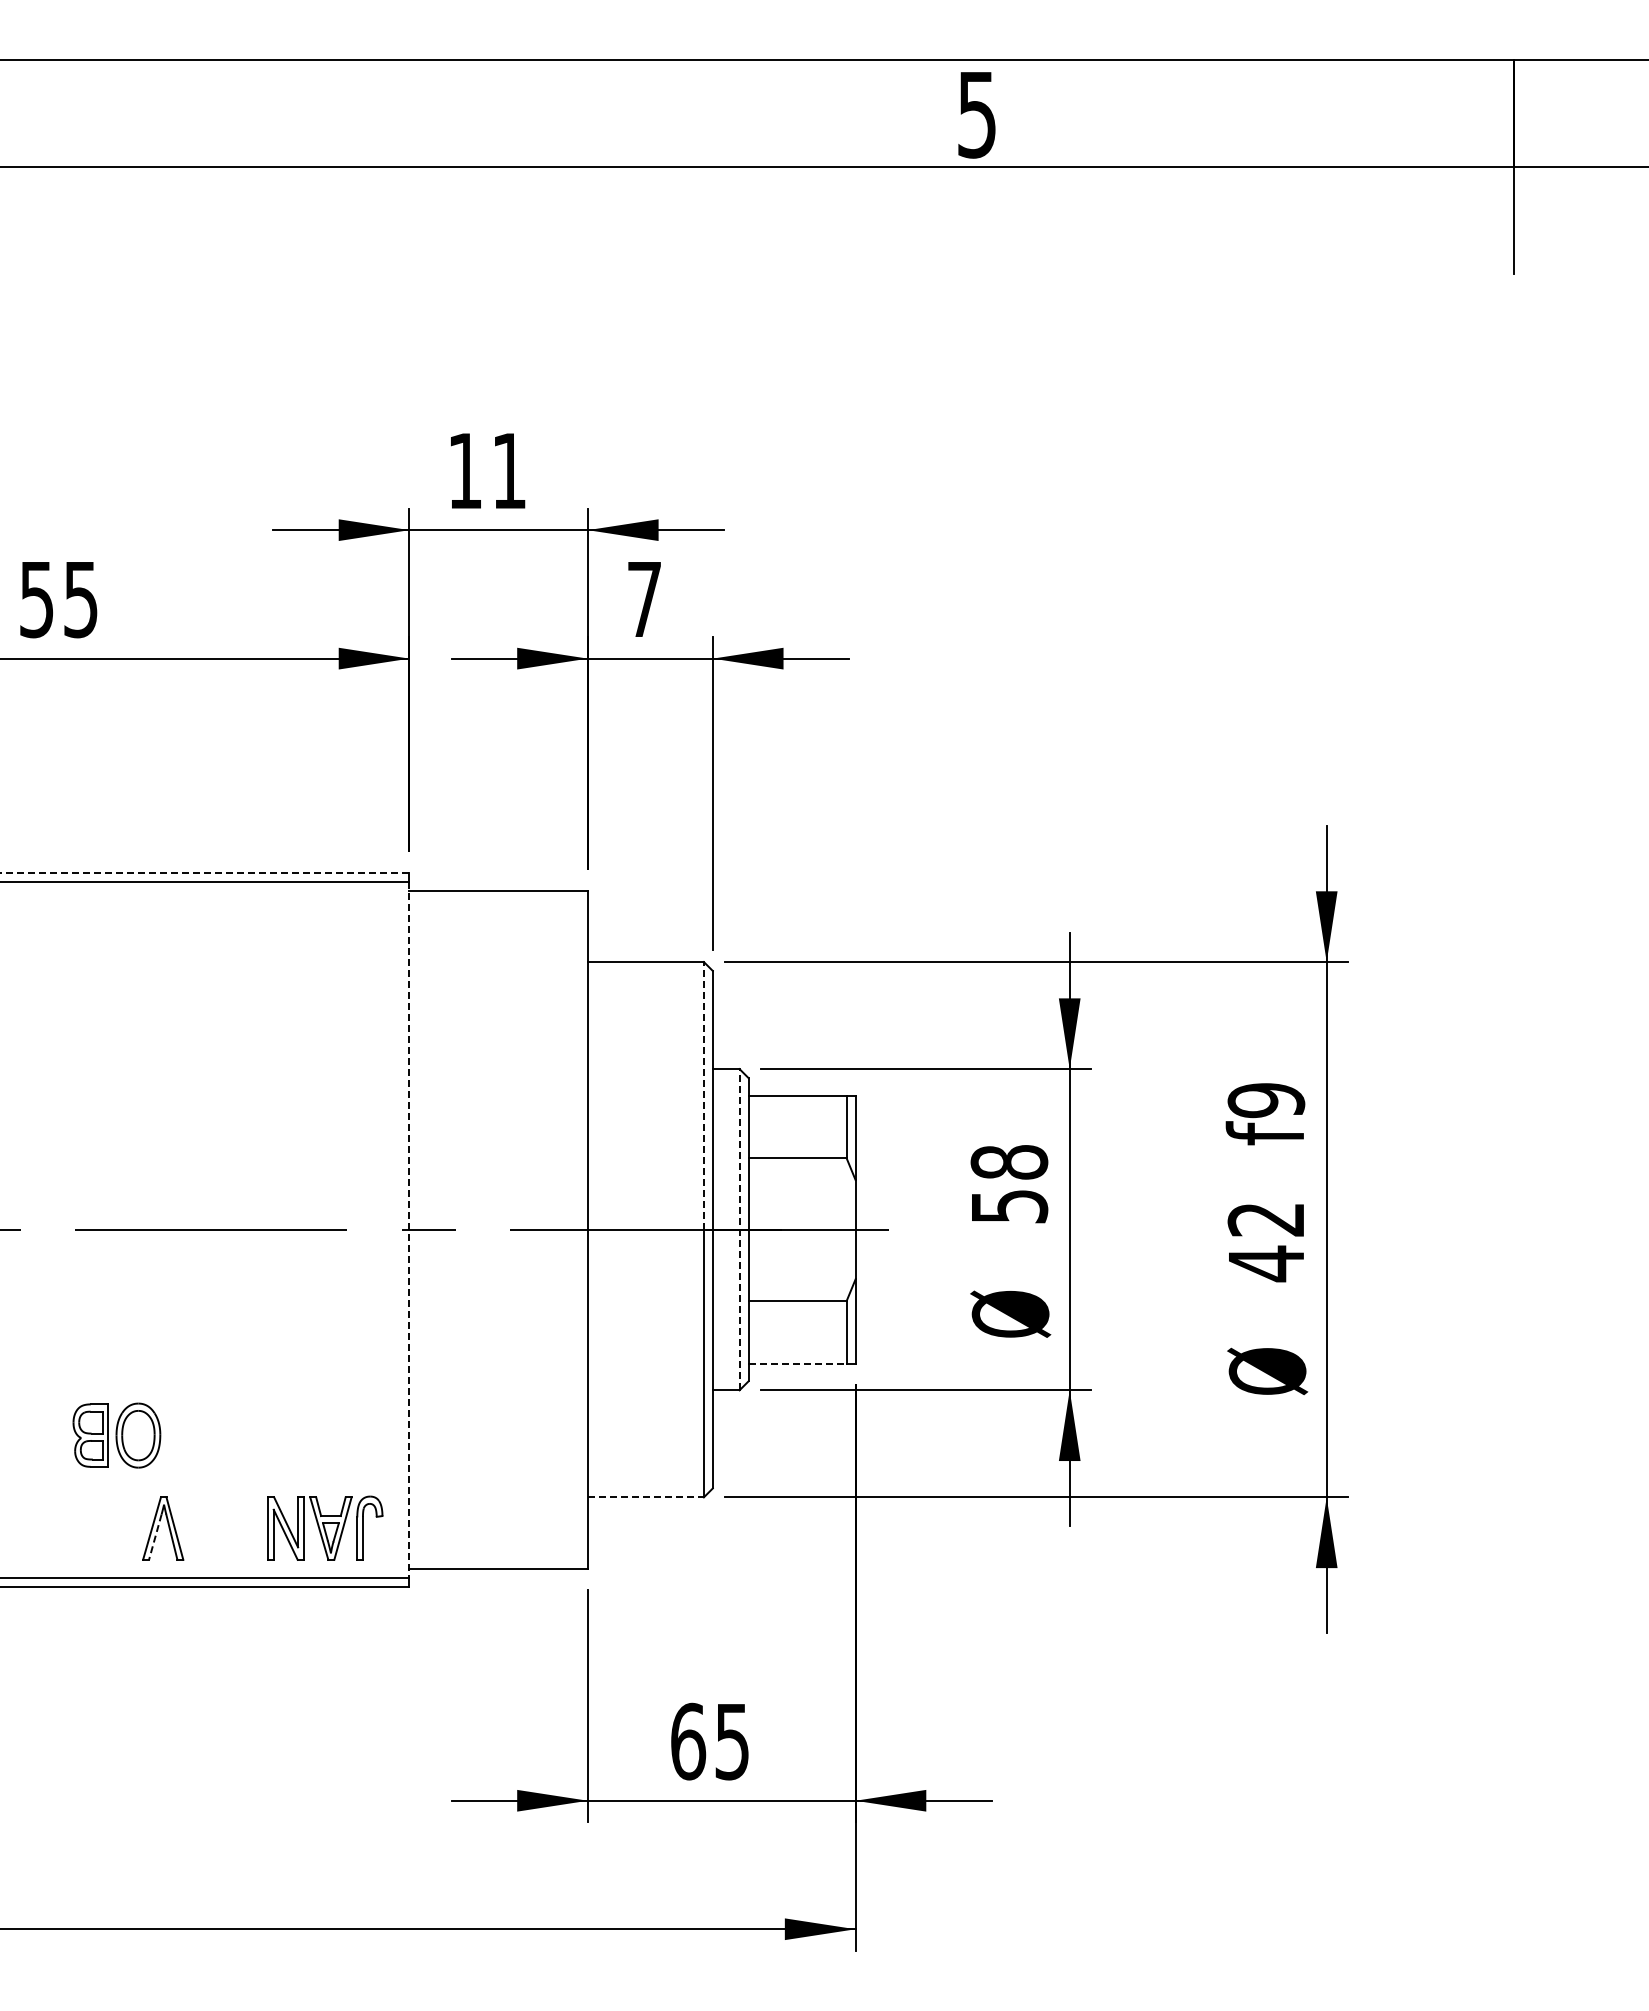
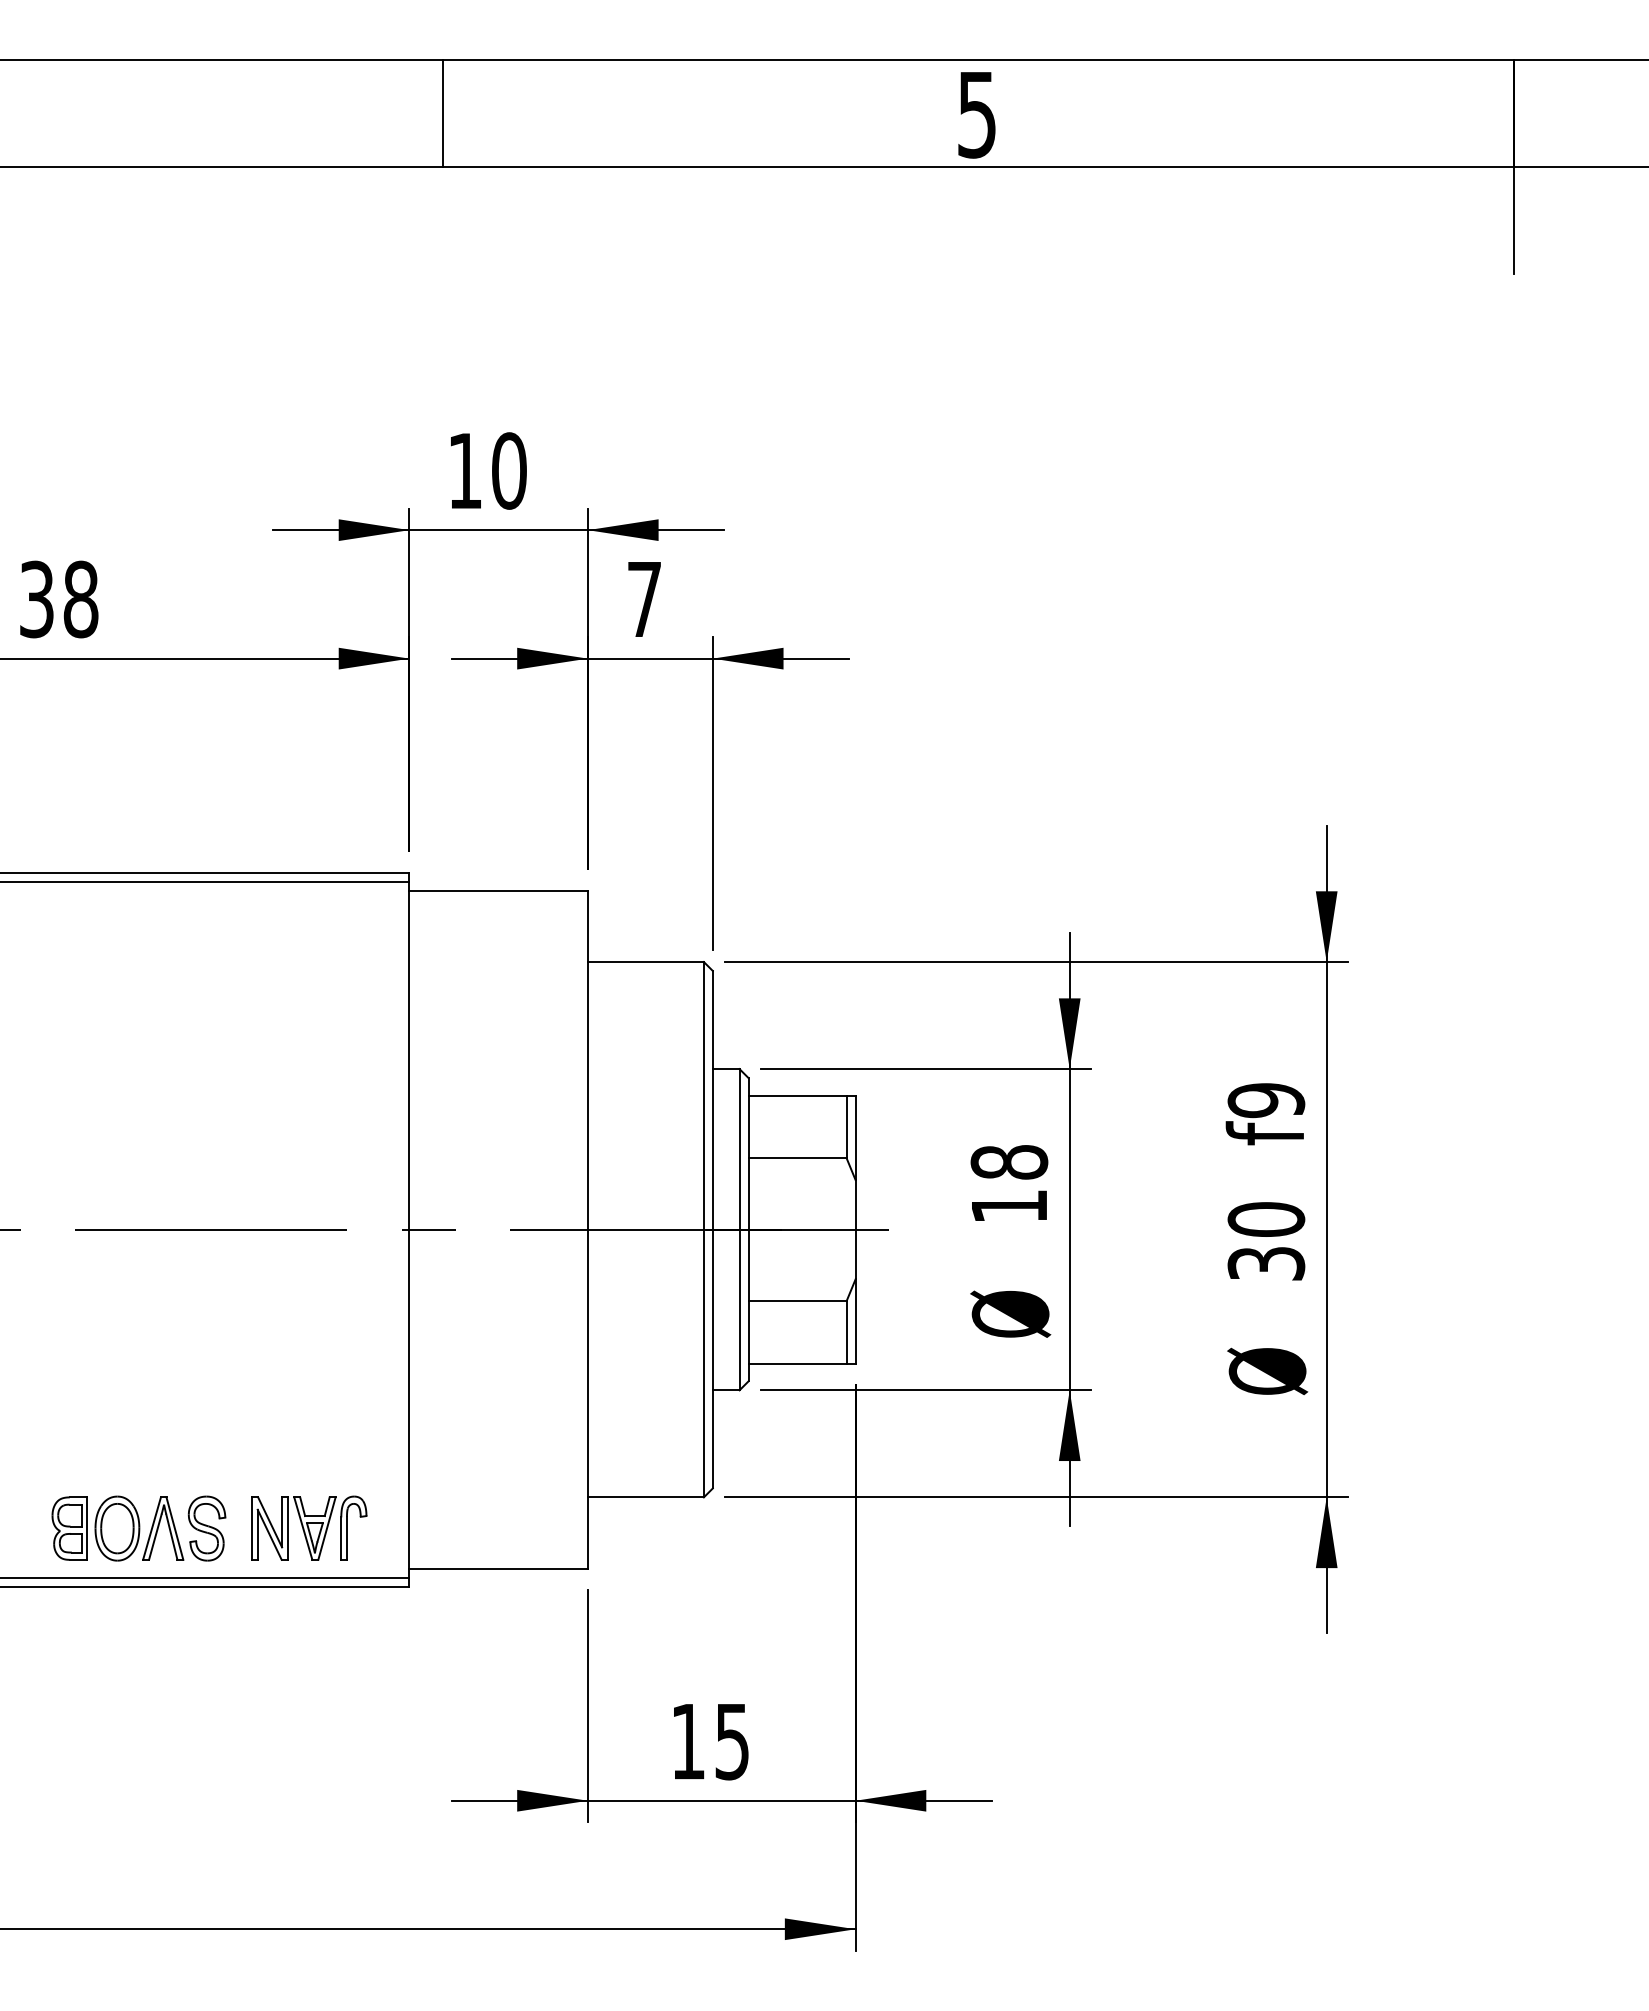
line at (442, 113): none -> present
text at (509, 470): 11 -> 10
text at (59, 599): 55 -> 38
line at (205, 872): dashed -> solid
line at (703, 1095): dashed -> solid
text at (1010, 1206): 58 -> 18
line at (409, 1229): dashed -> solid
line at (739, 1229): dashed -> solid
text at (1266, 1242): 42 -> 30
line at (798, 1363): dashed -> solid
part at (116, 1435) position: (116, 1435) -> (95, 1528)
line at (645, 1497): dashed -> solid
part at (325, 1527) position: (325, 1527) -> (309, 1527)
part at (206, 1528): none -> present
line at (155, 1537): dashed -> solid
text at (688, 1741): 65 -> 15
